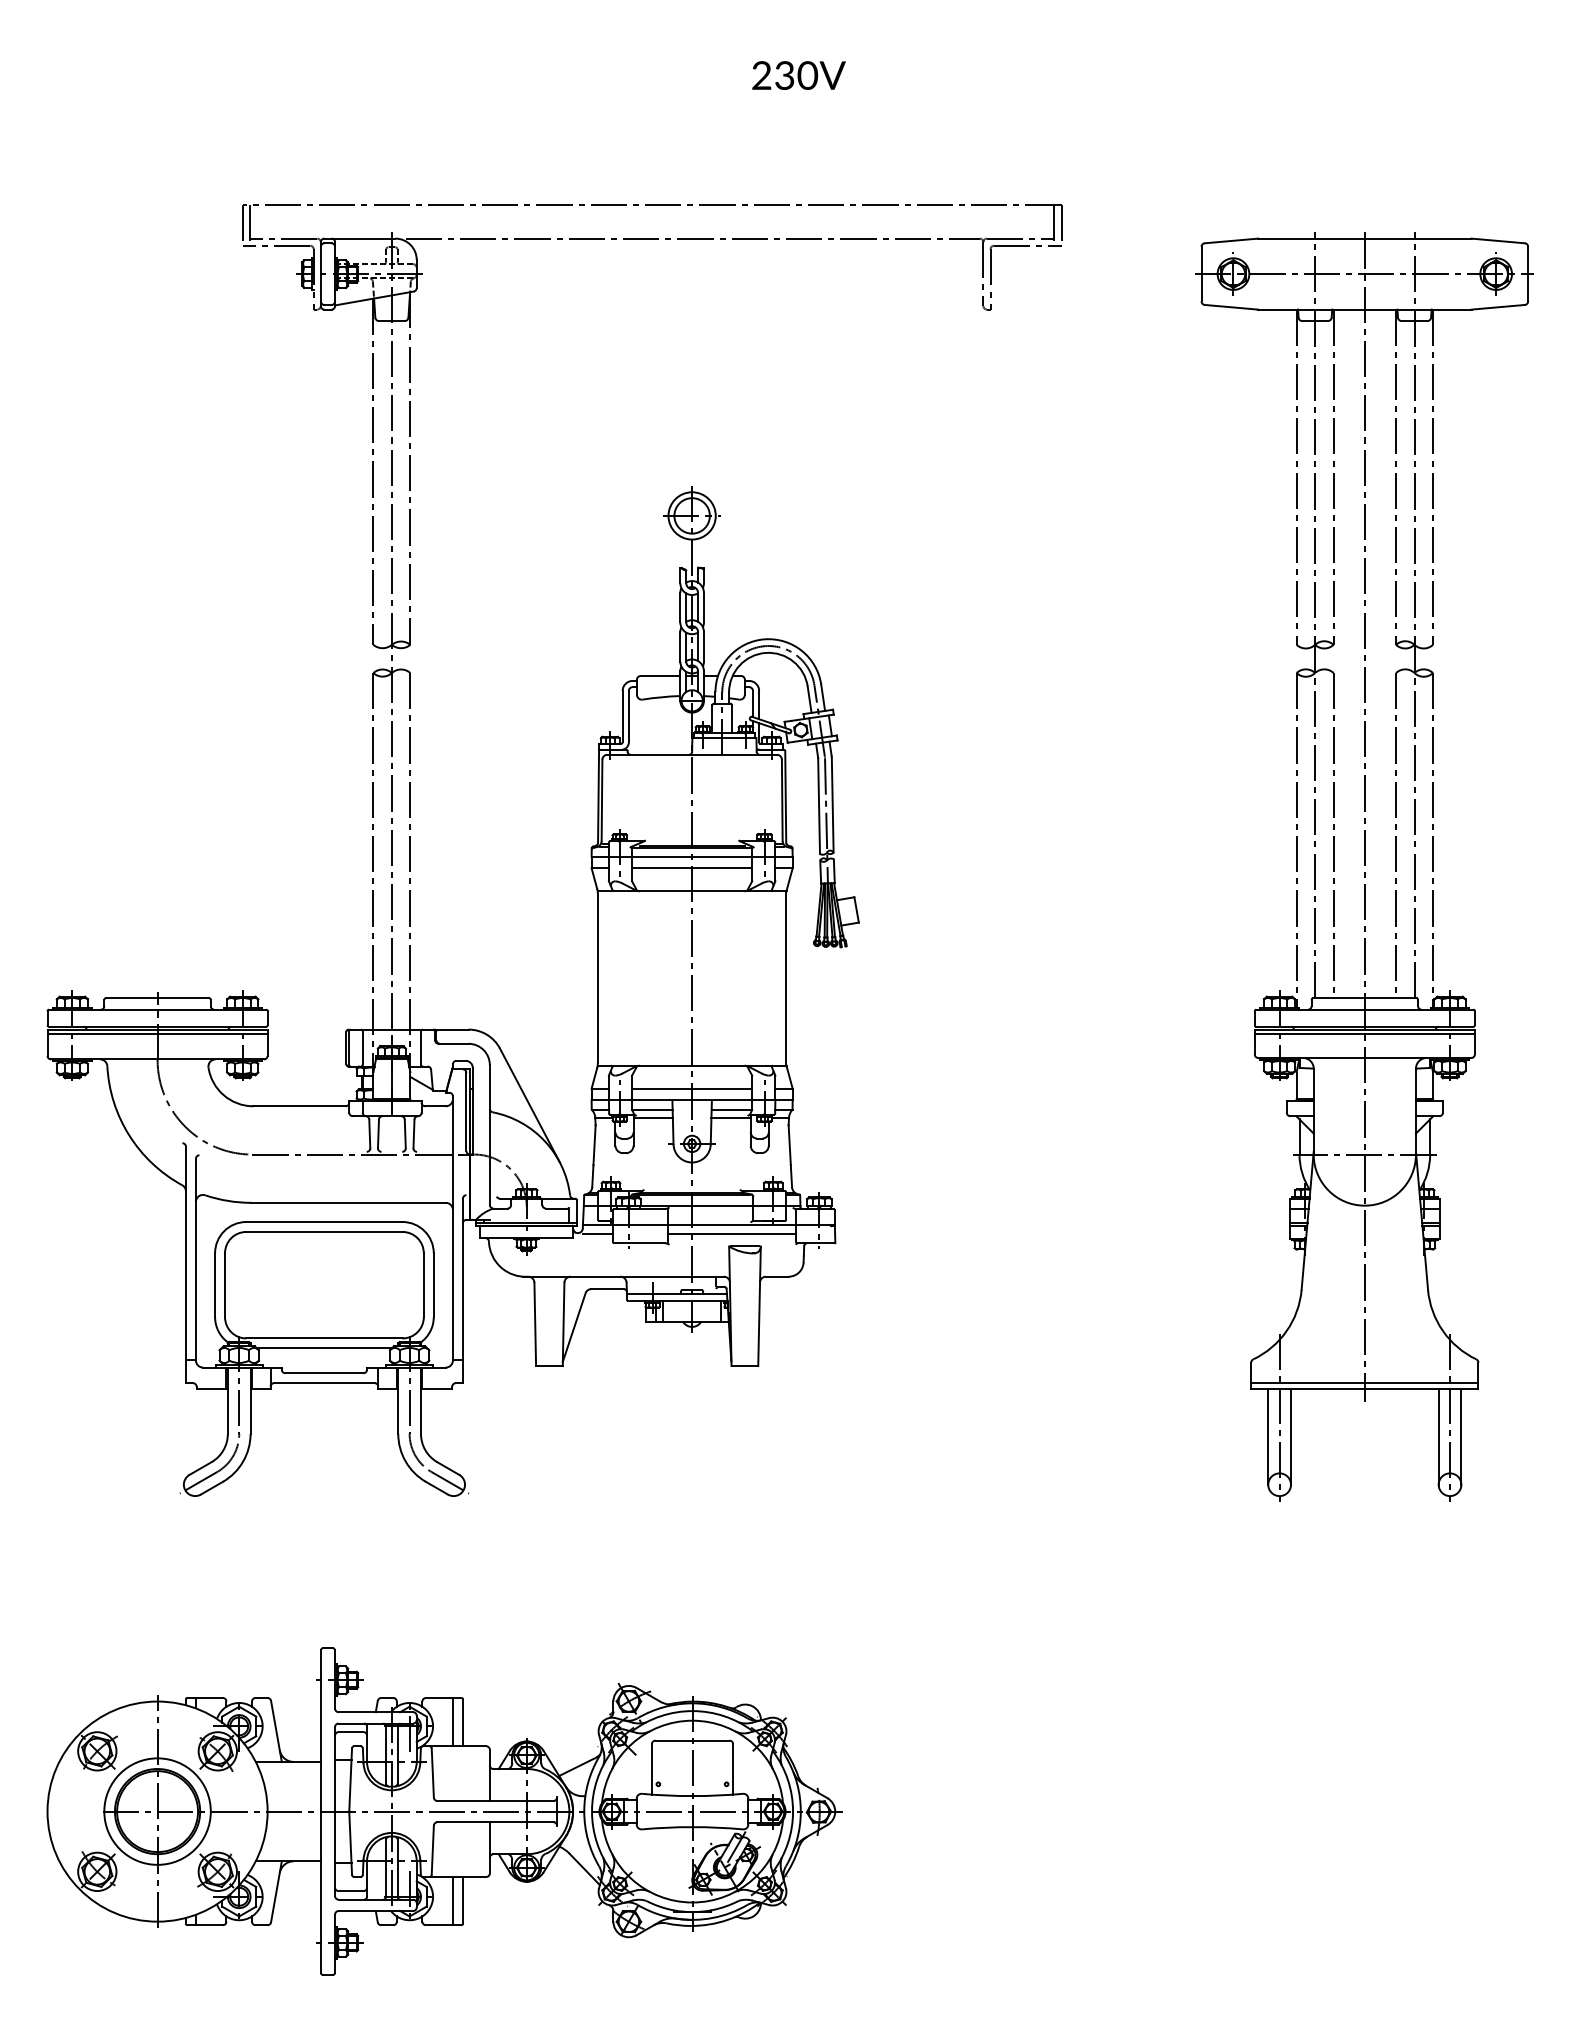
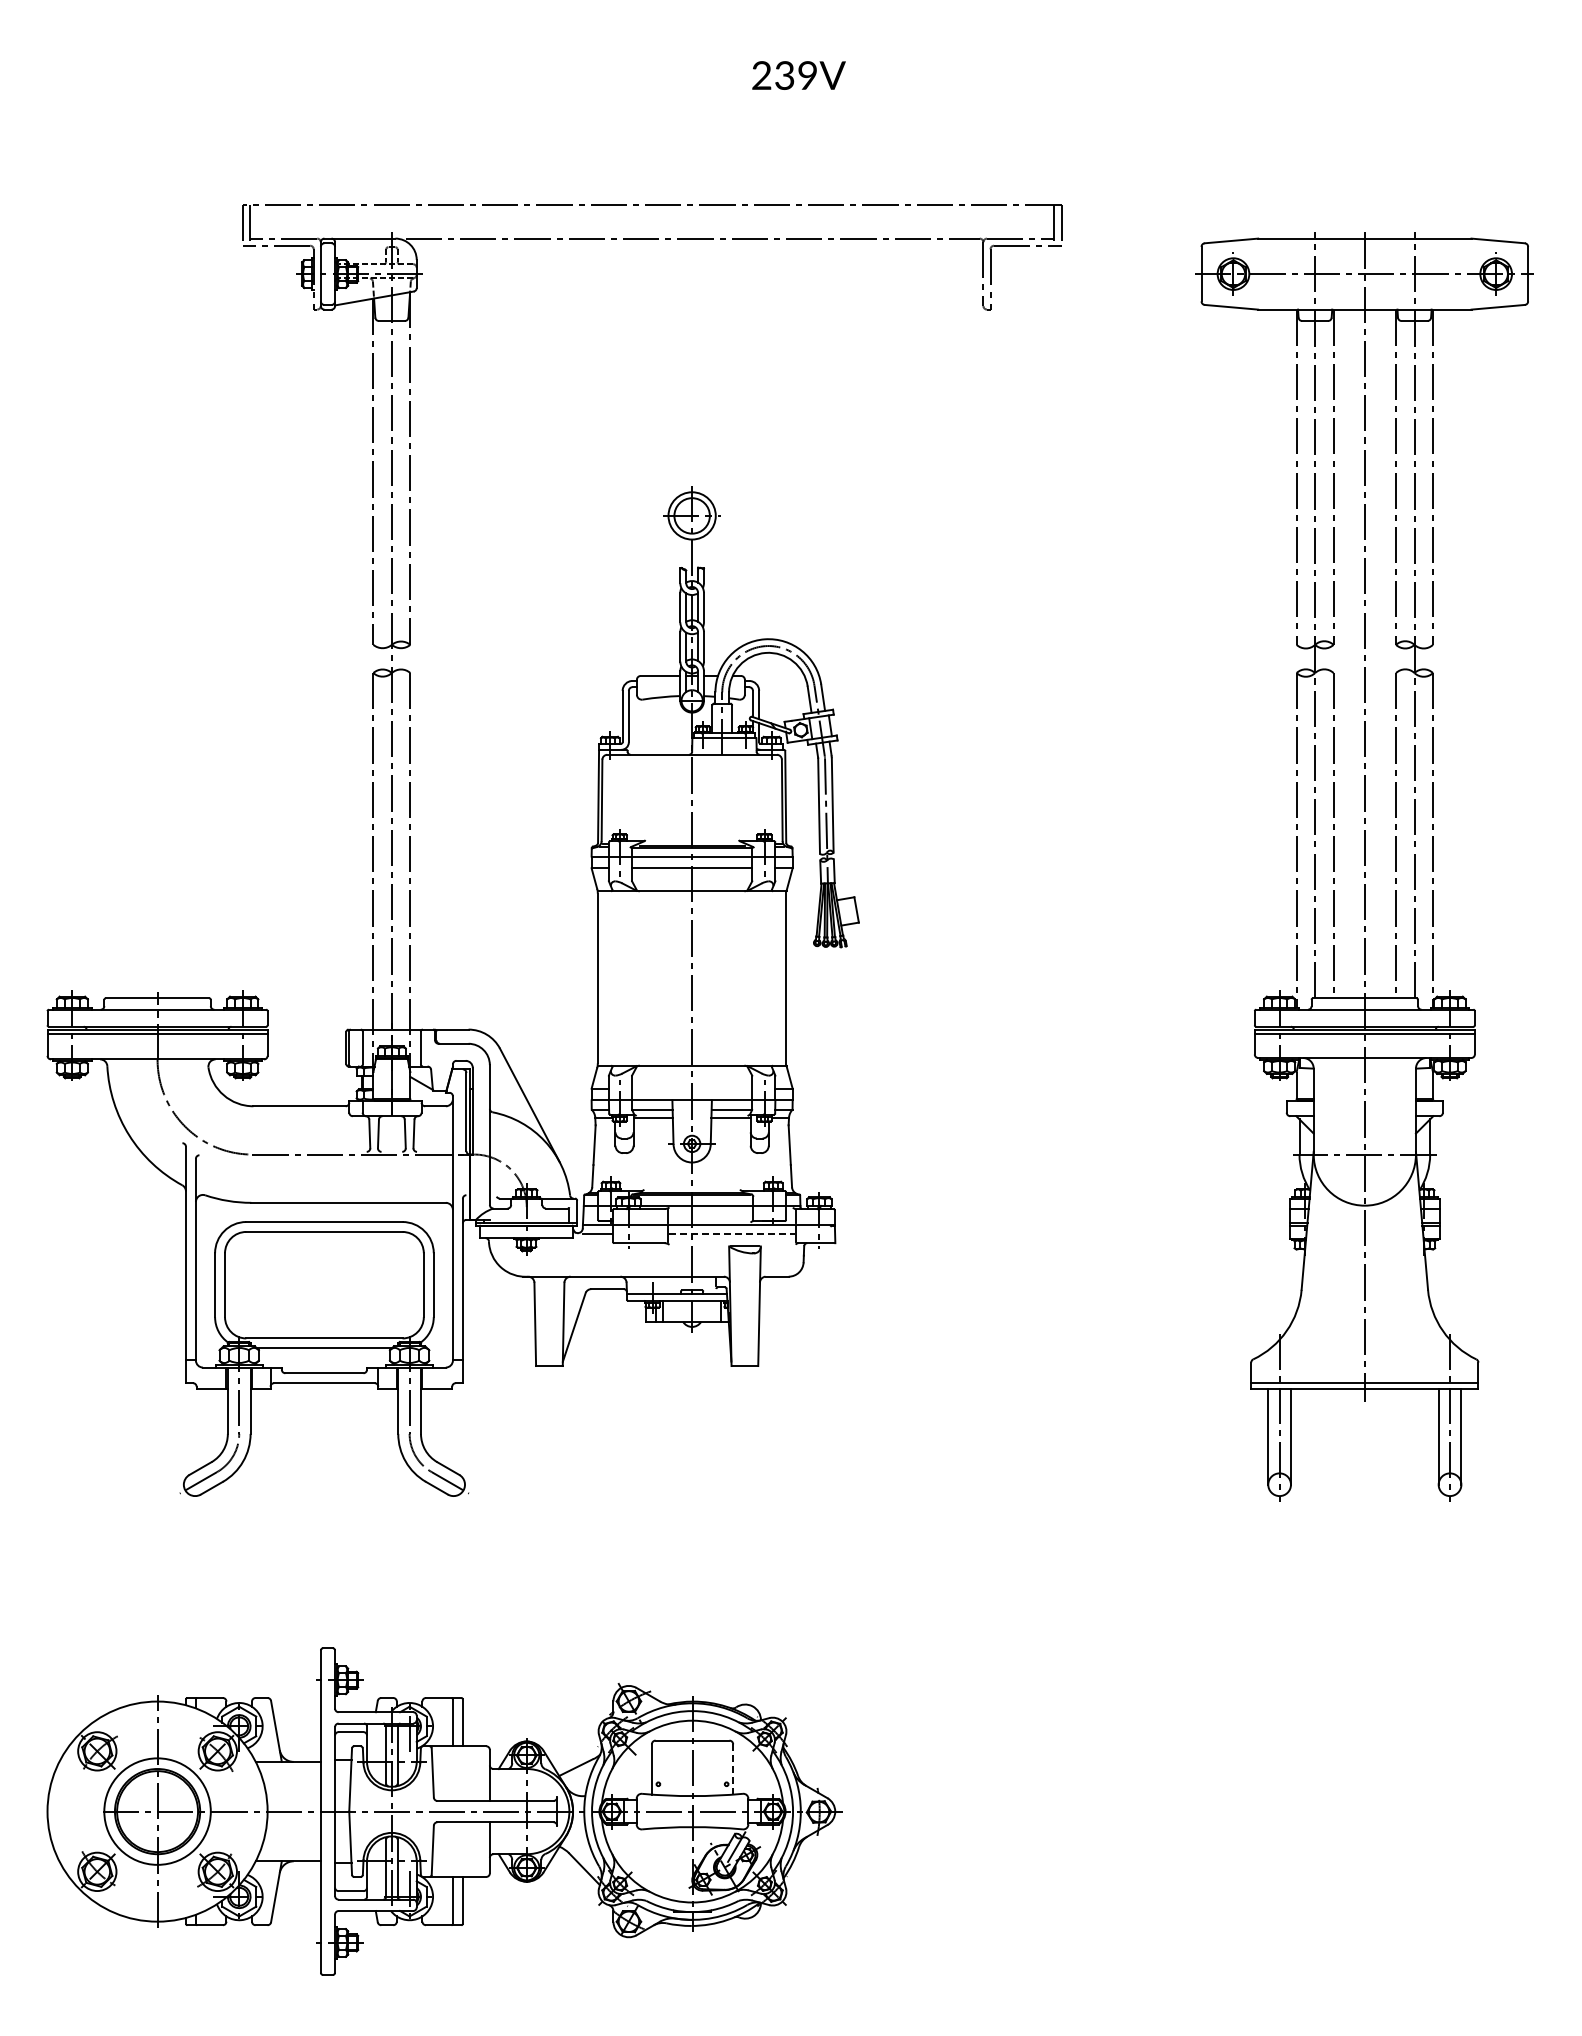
text at (807, 75): 230V -> 239V
line at (692, 1088): present -> none
line at (731, 1233): solid -> dashed
line at (733, 1768): solid -> dashed
